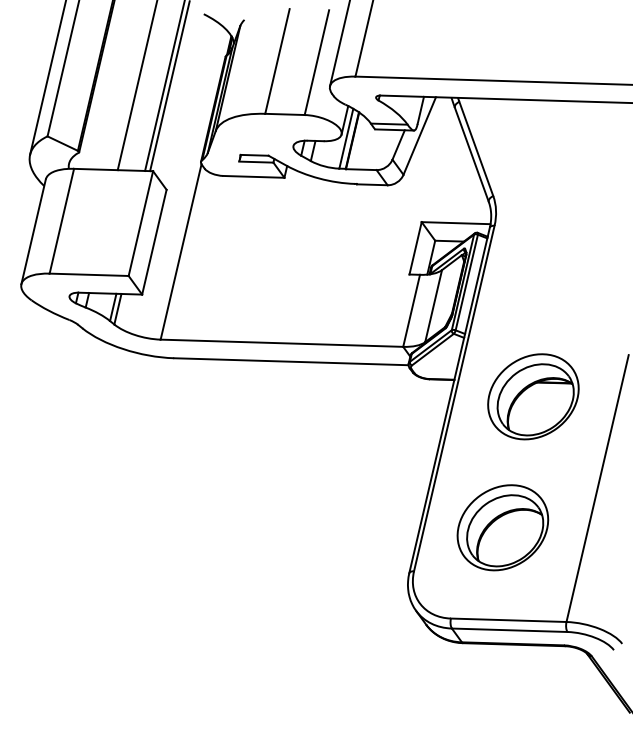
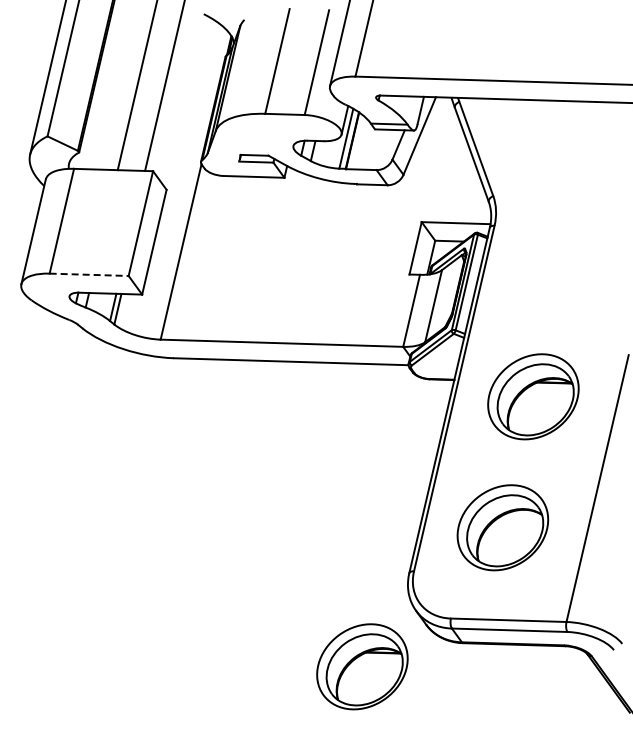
line at (169, 86): present -> none
line at (89, 274): solid -> dashed
part at (362, 666): none -> present
